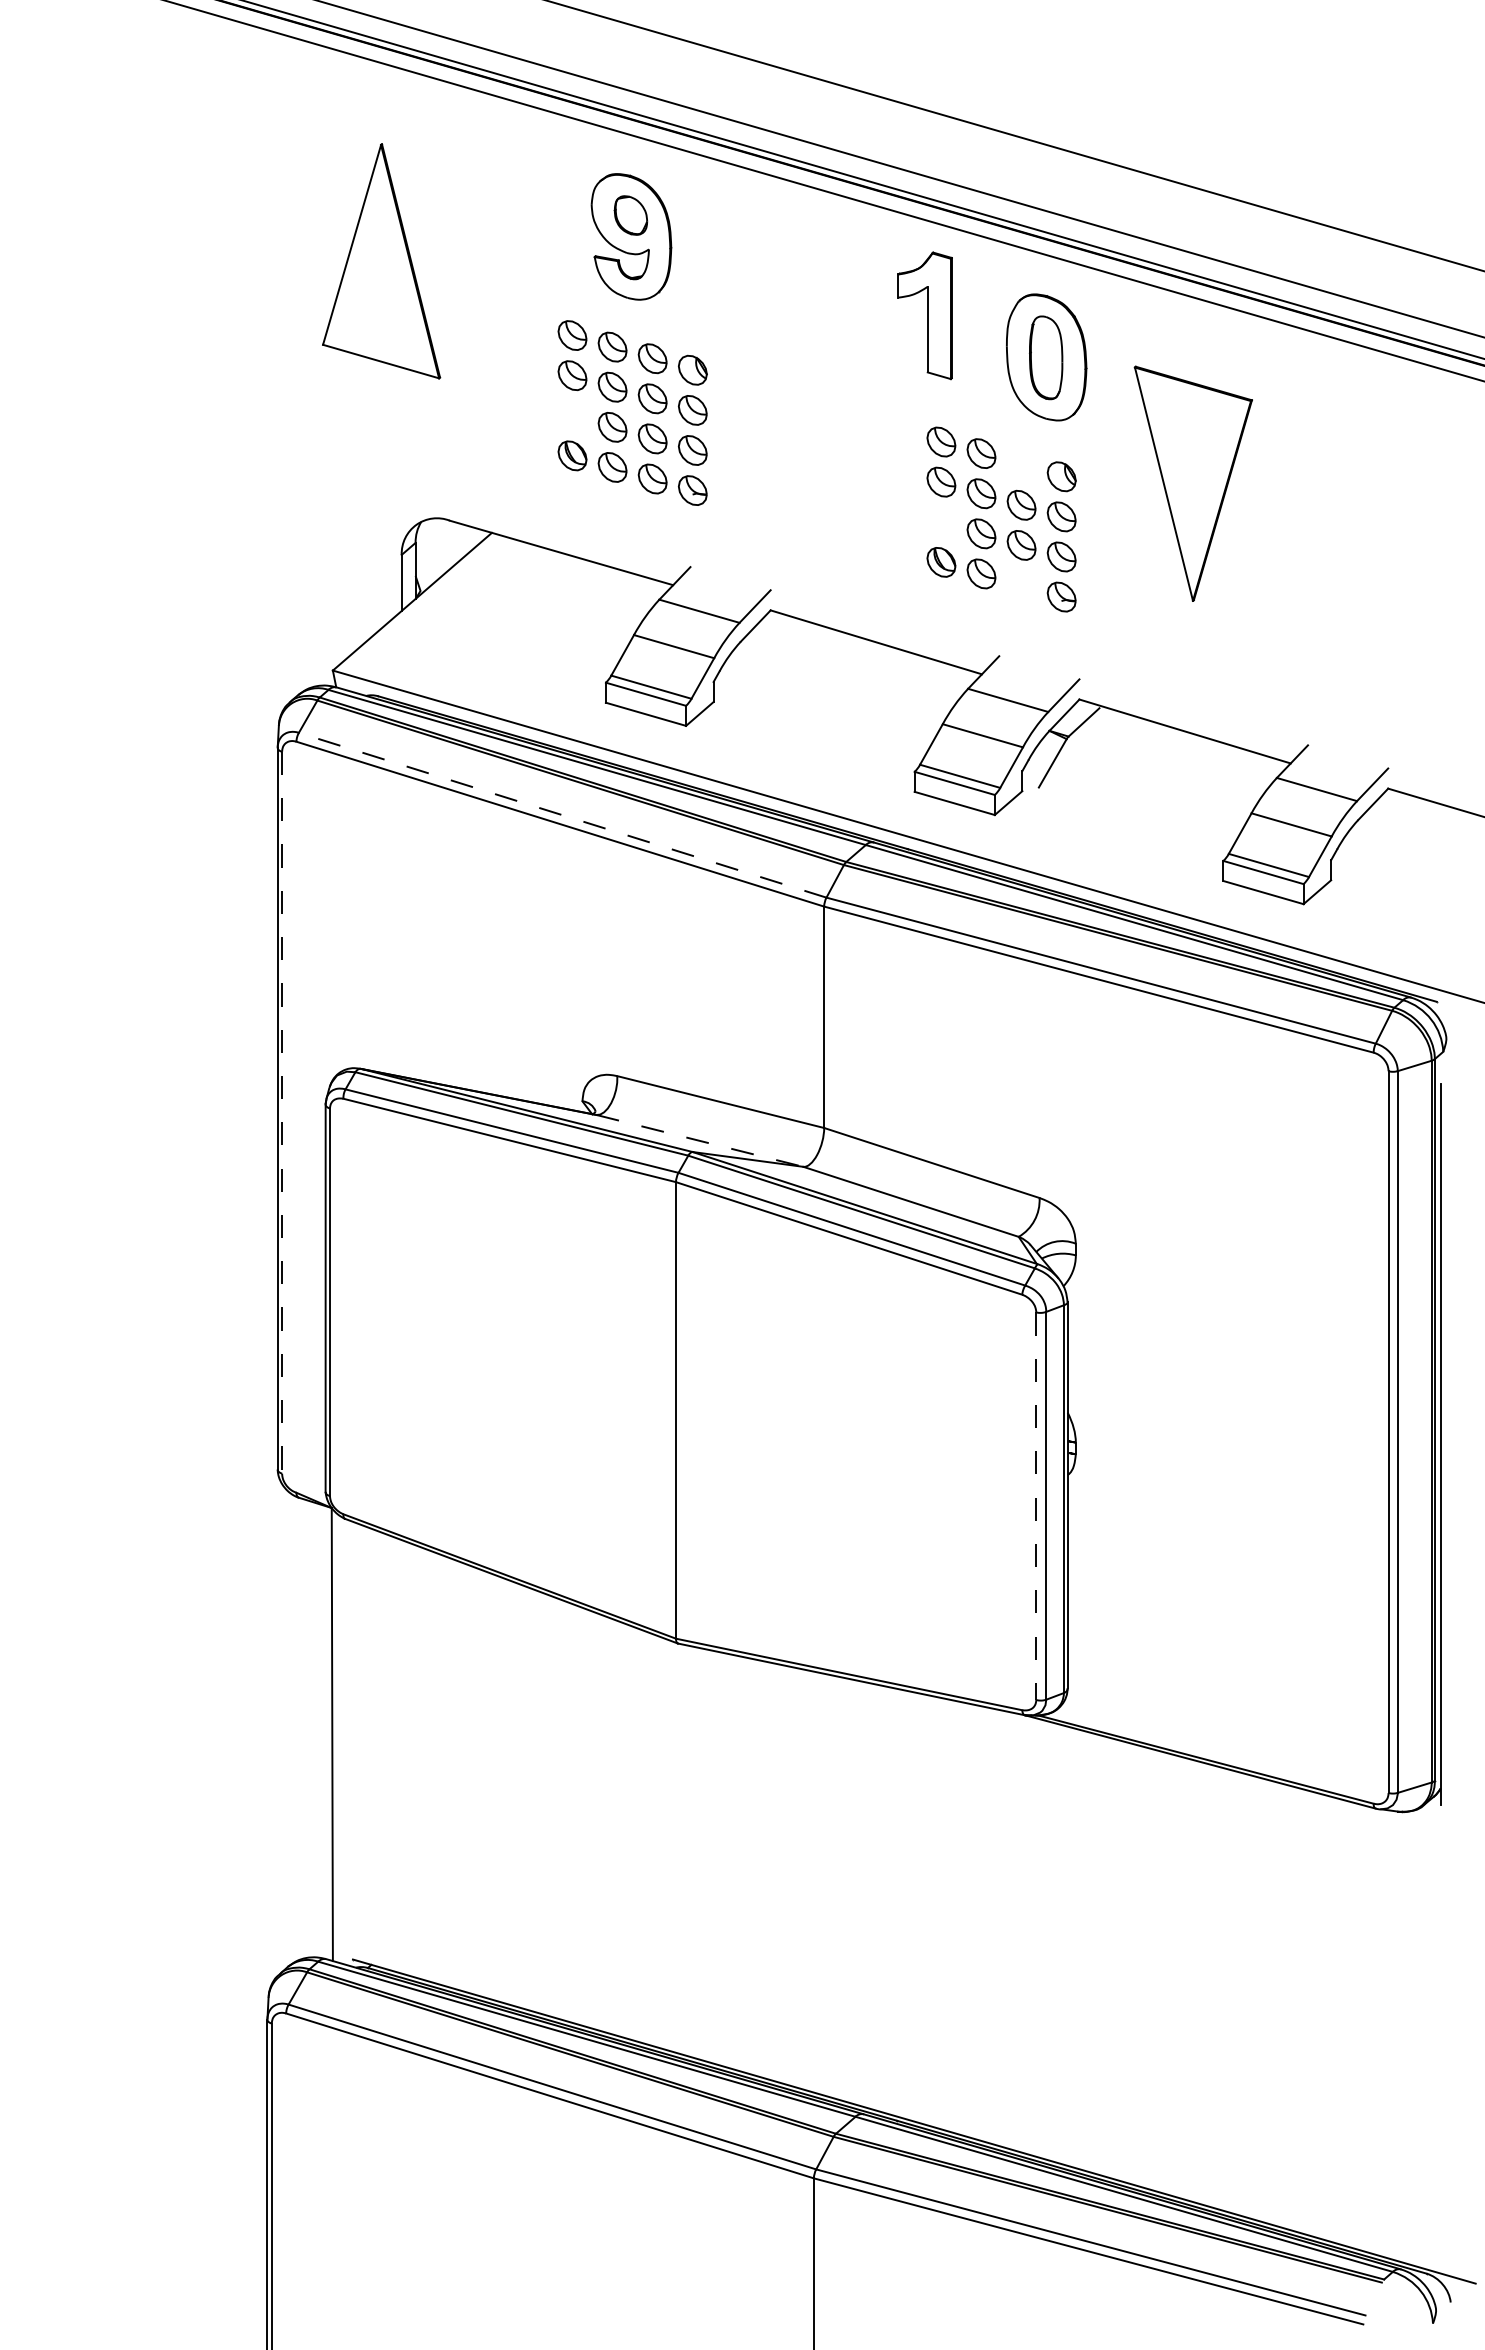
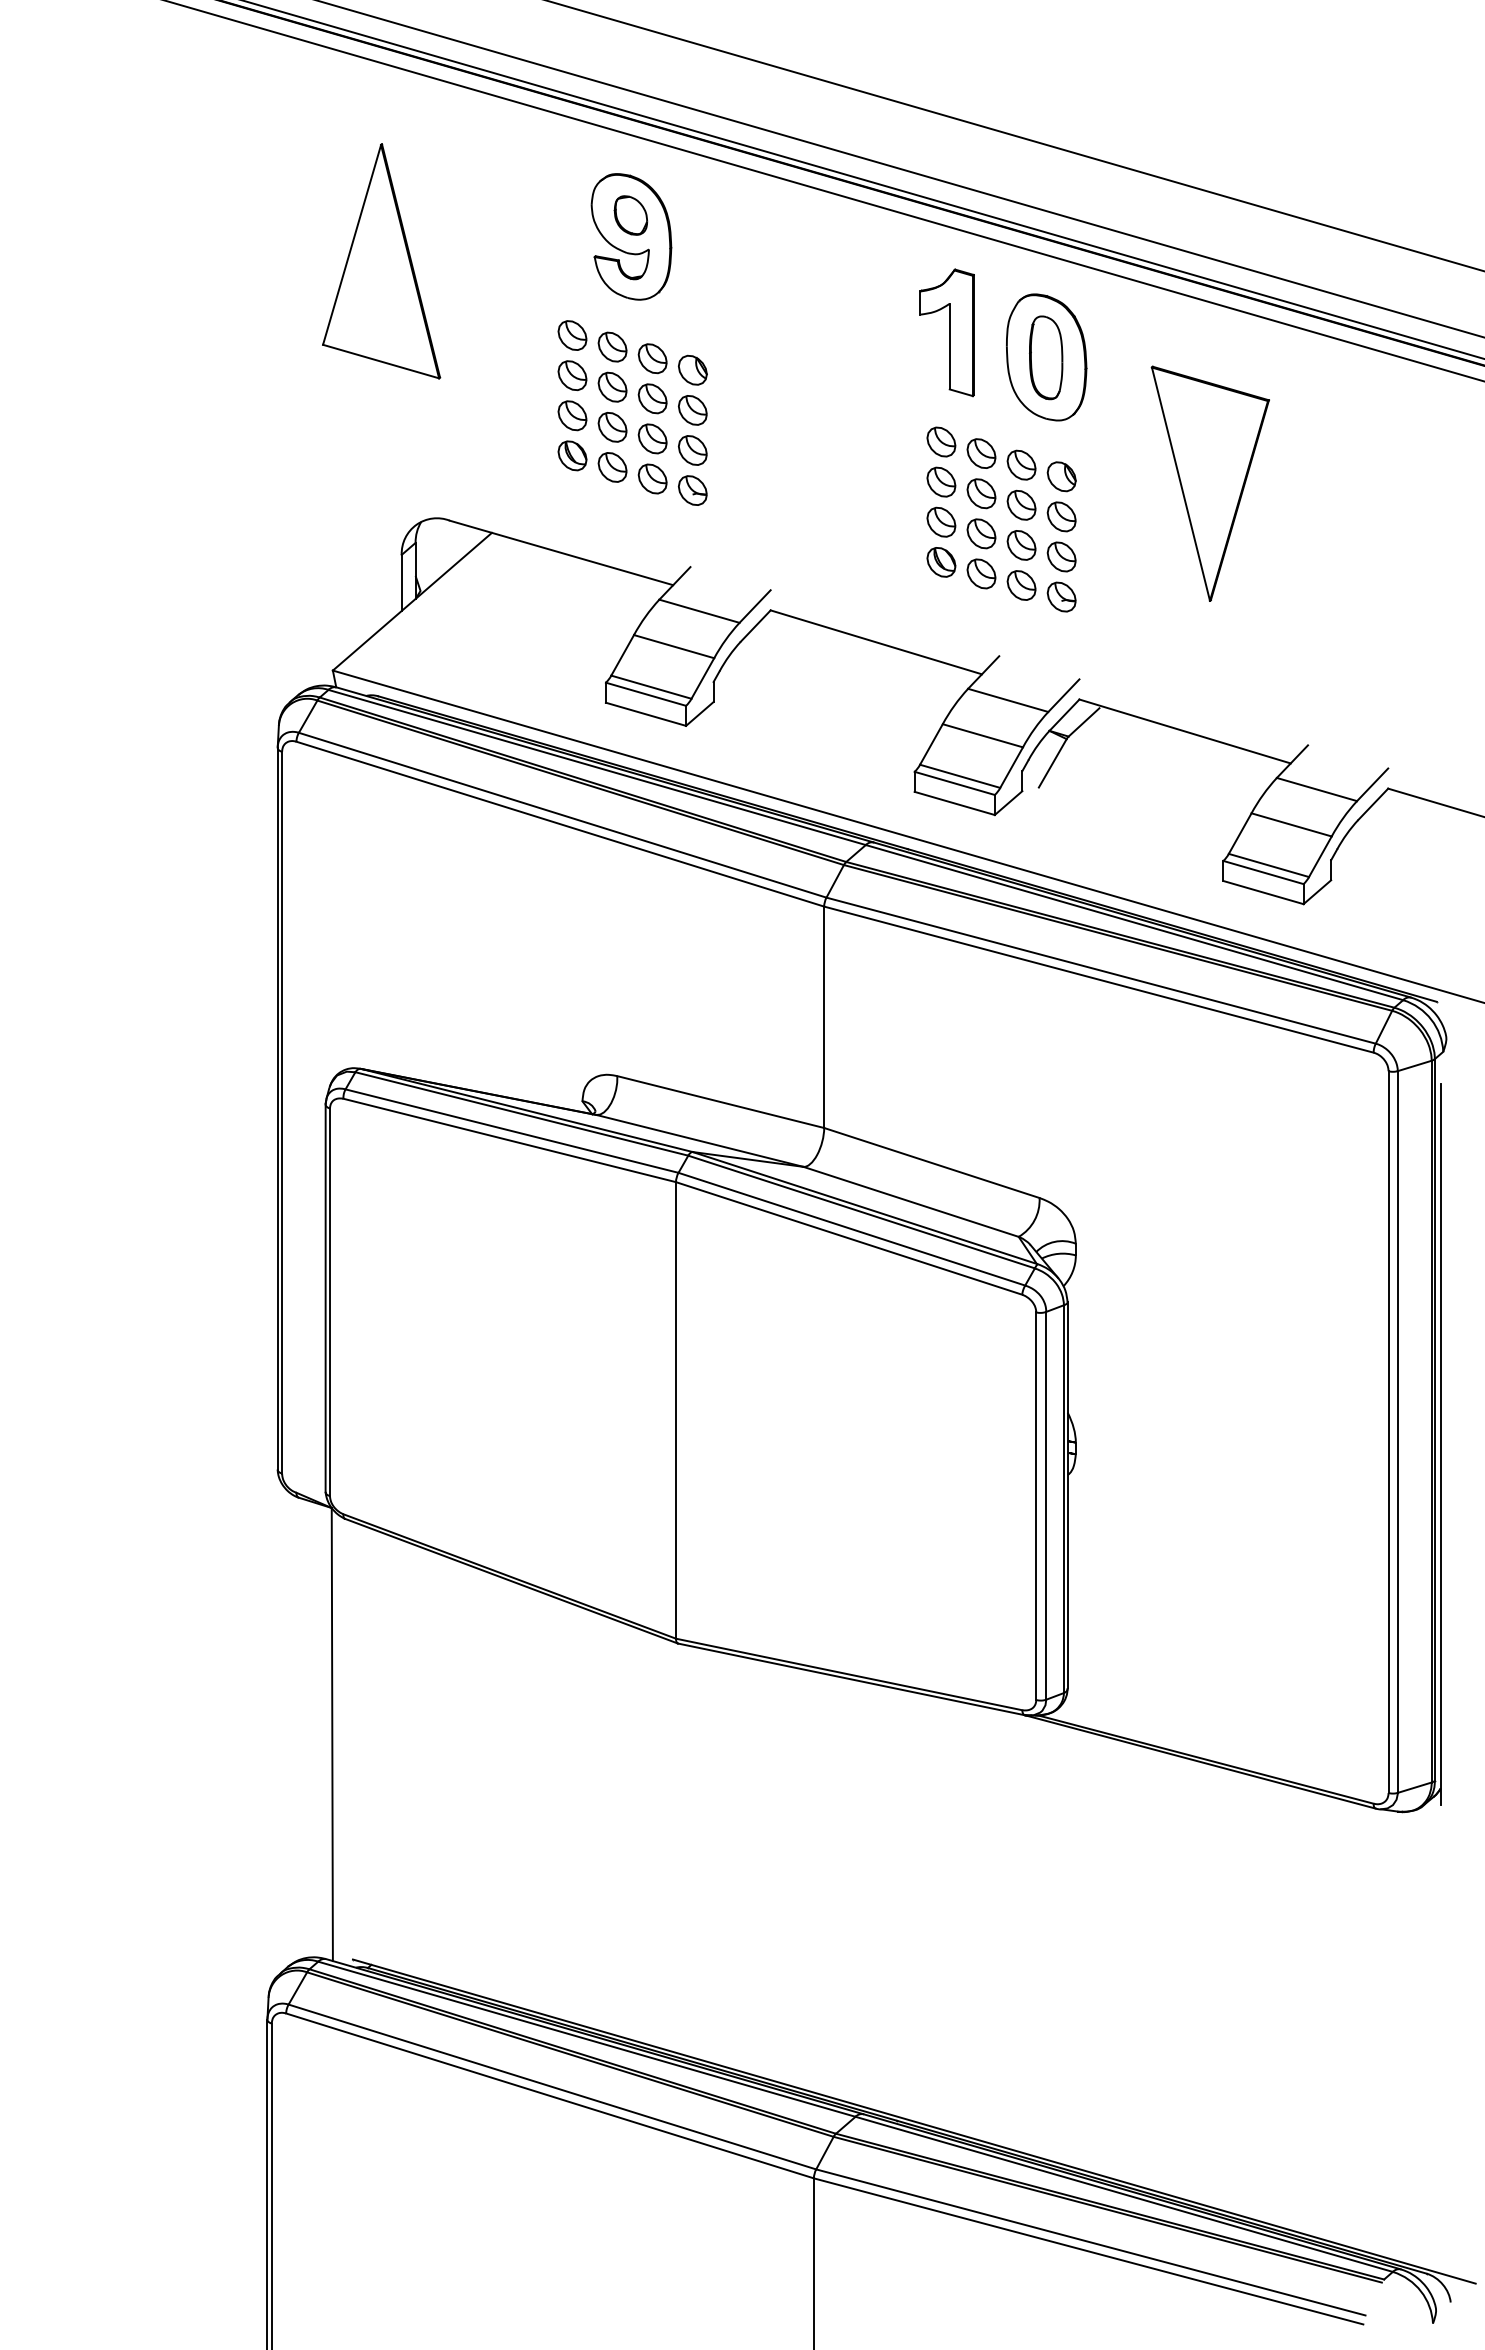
part at (924, 315) position: (924, 315) -> (946, 332)
part at (572, 415): none -> present
part at (1021, 464): none -> present
part at (1192, 483) position: (1192, 483) -> (1209, 483)
part at (941, 521): none -> present
part at (1021, 585): none -> present
line at (562, 815): dashed -> solid
line at (282, 1112): dashed -> solid
line at (699, 1140): dashed -> solid
line at (1036, 1506): dashed -> solid
